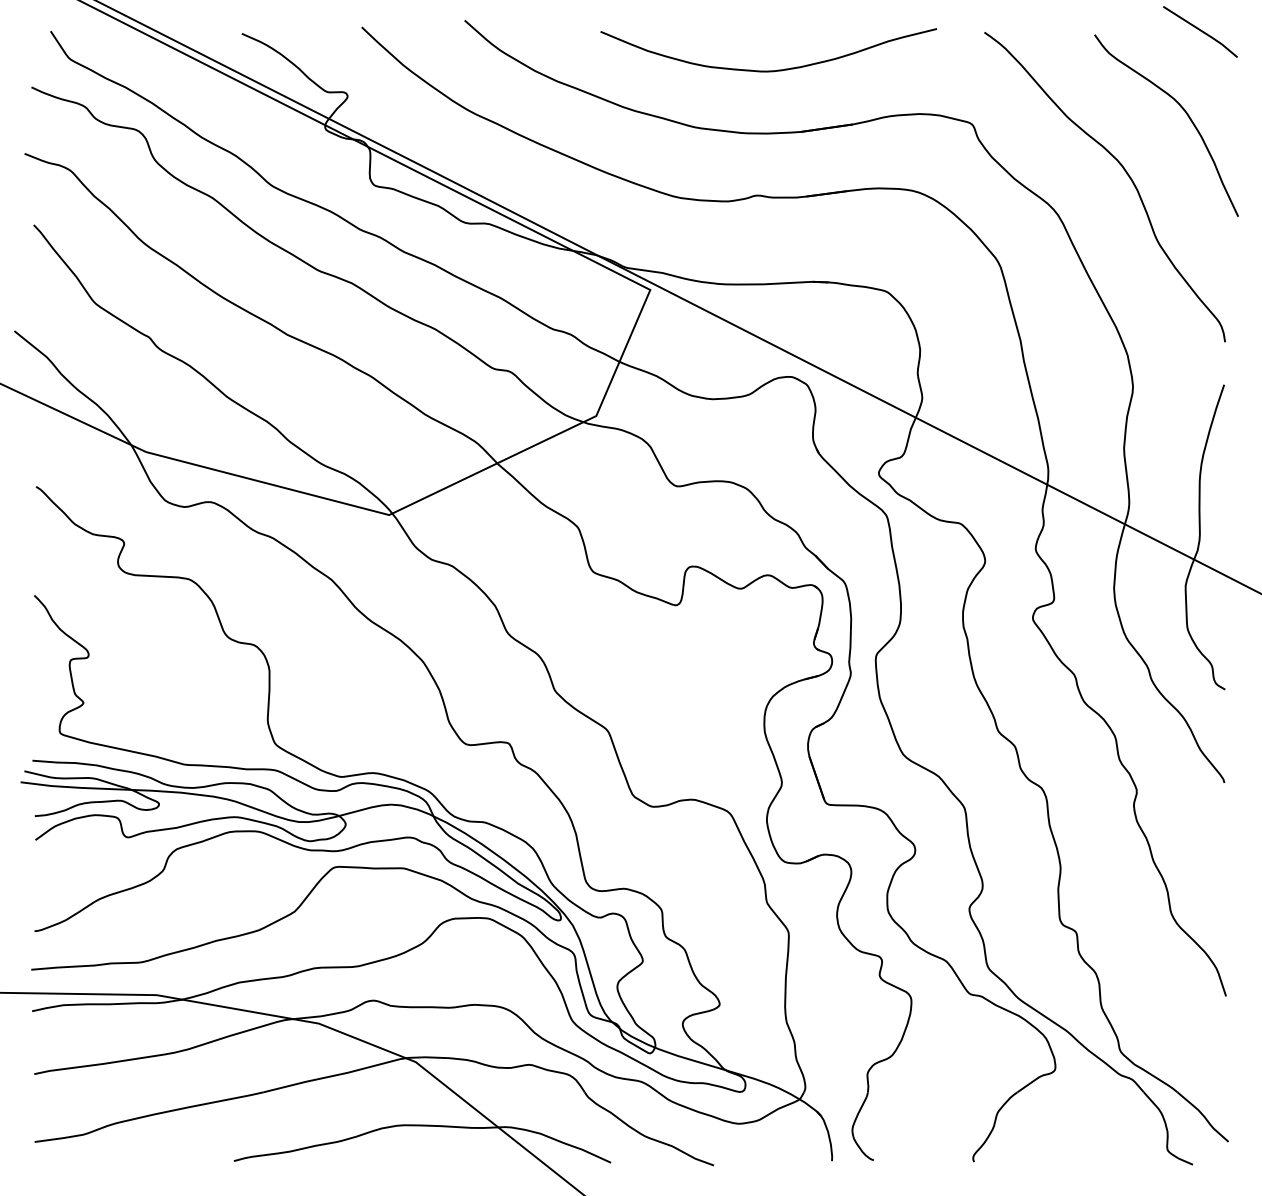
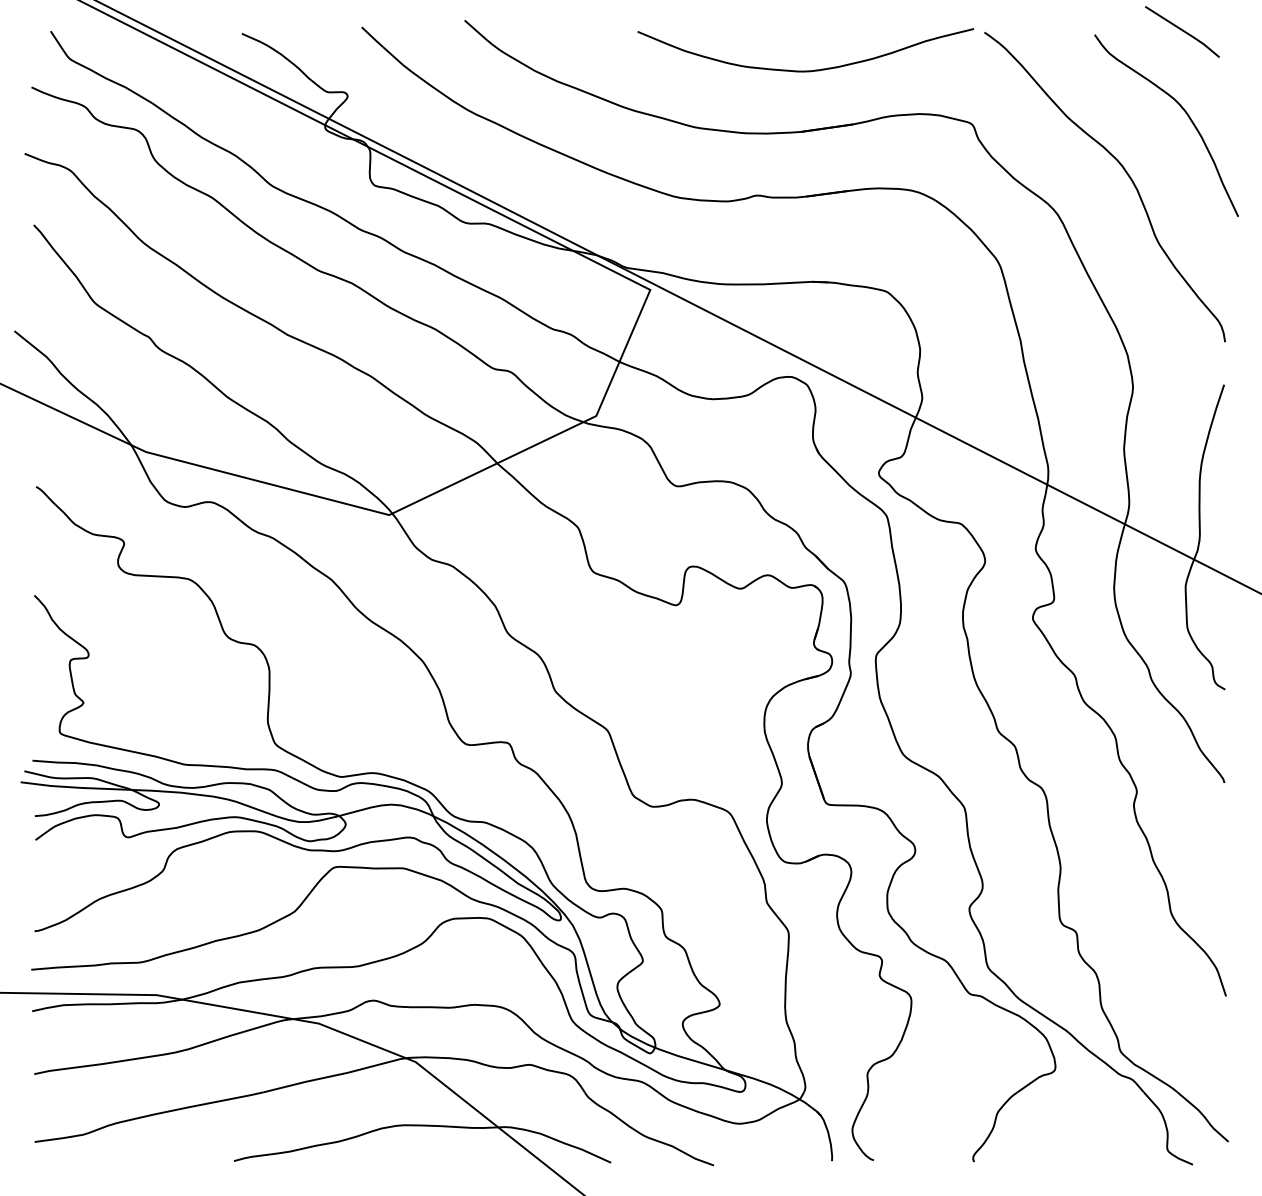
line at (1200, 31) position: (1200, 31) -> (1182, 31)
curve at (768, 70) position: (768, 70) -> (805, 70)
